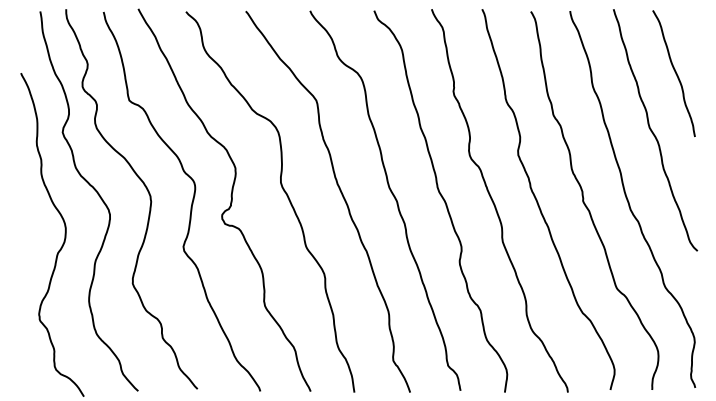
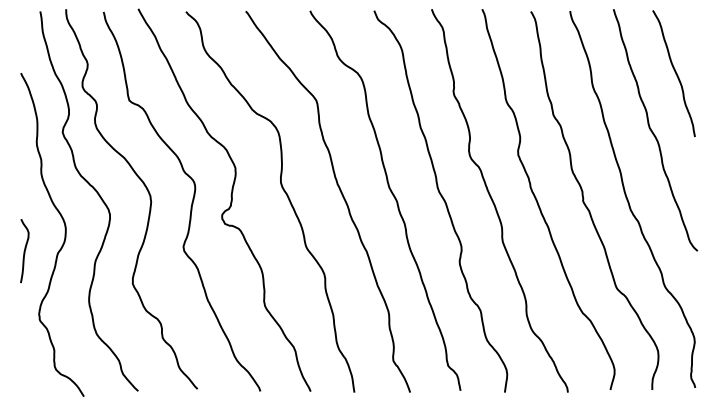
curve at (24, 251): none -> present
